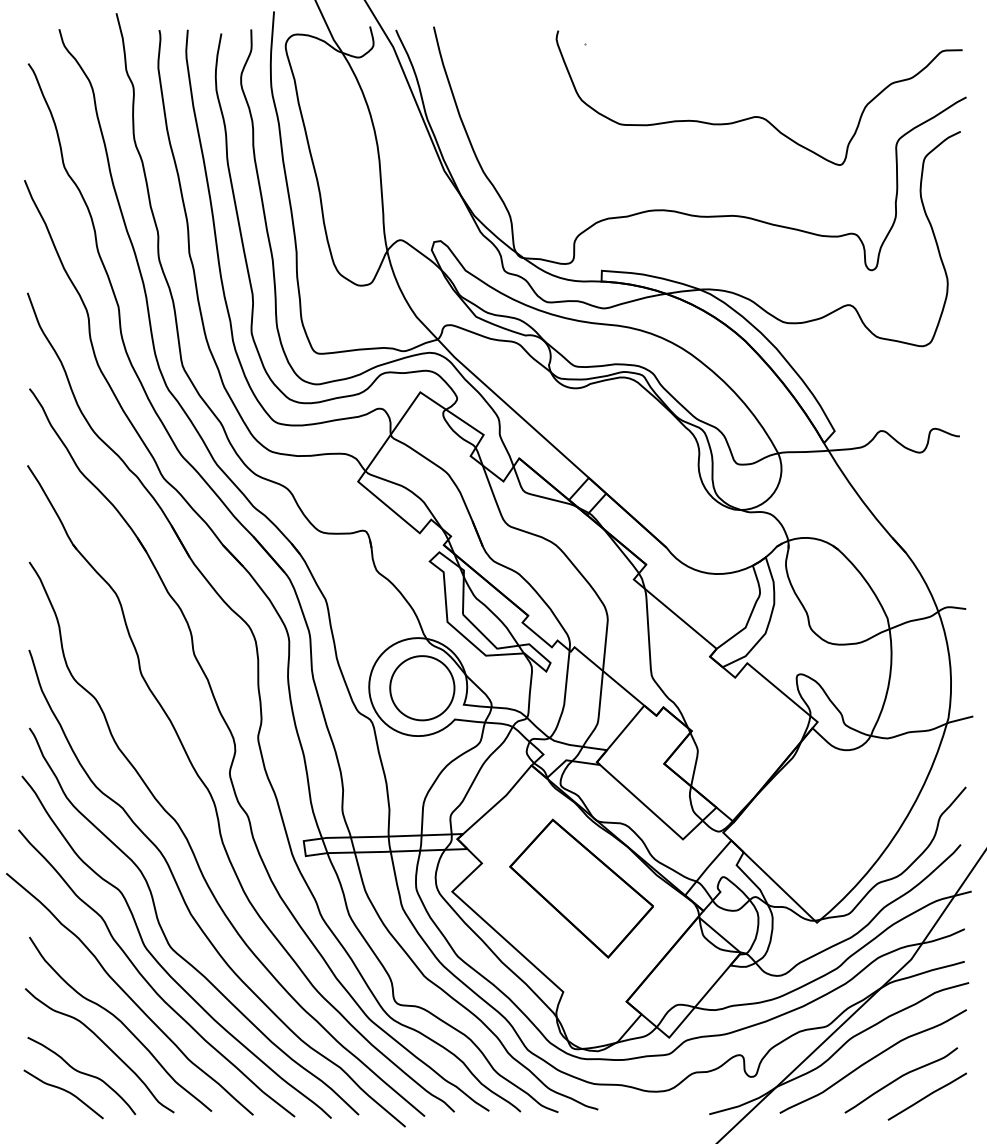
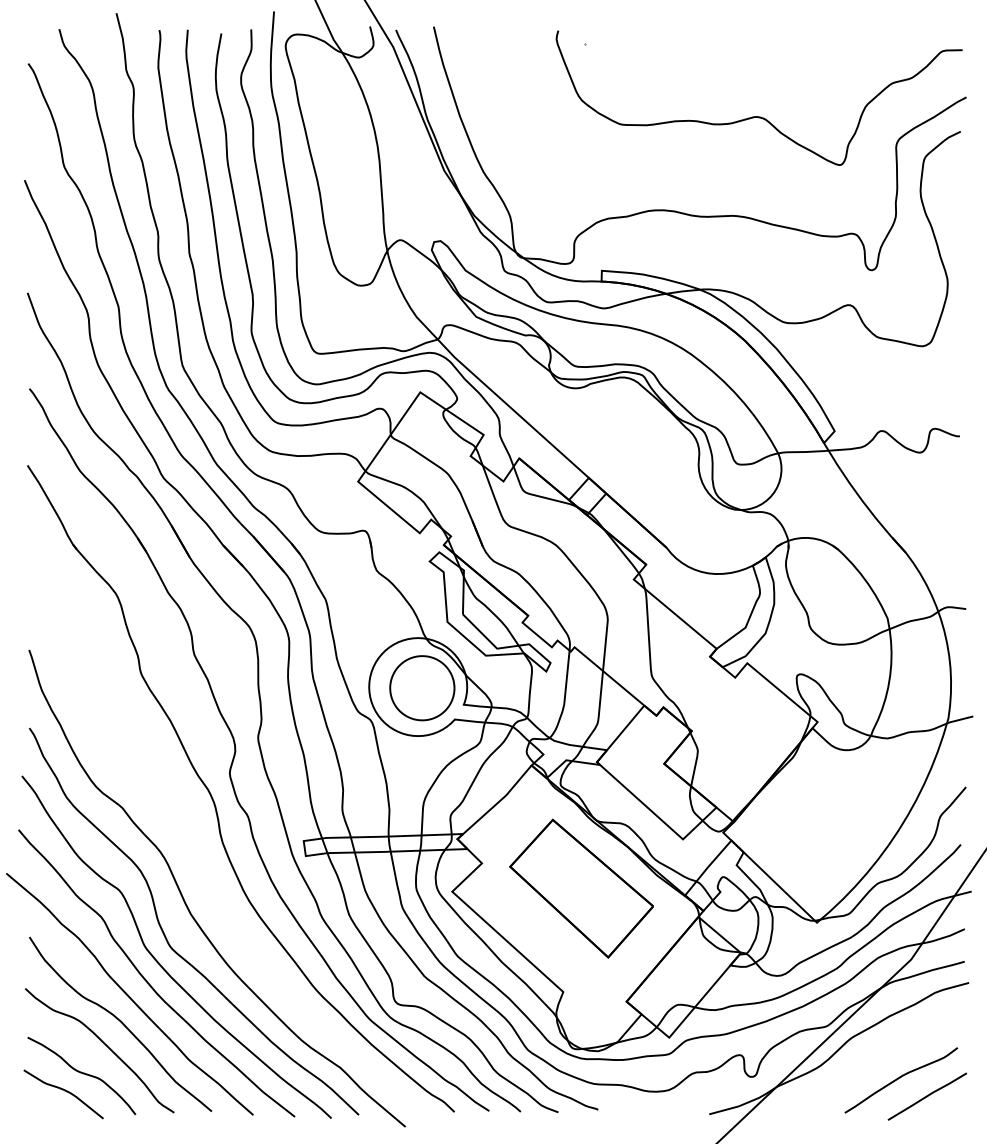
curve at (193, 850): present -> none
curve at (871, 1060): present -> none
